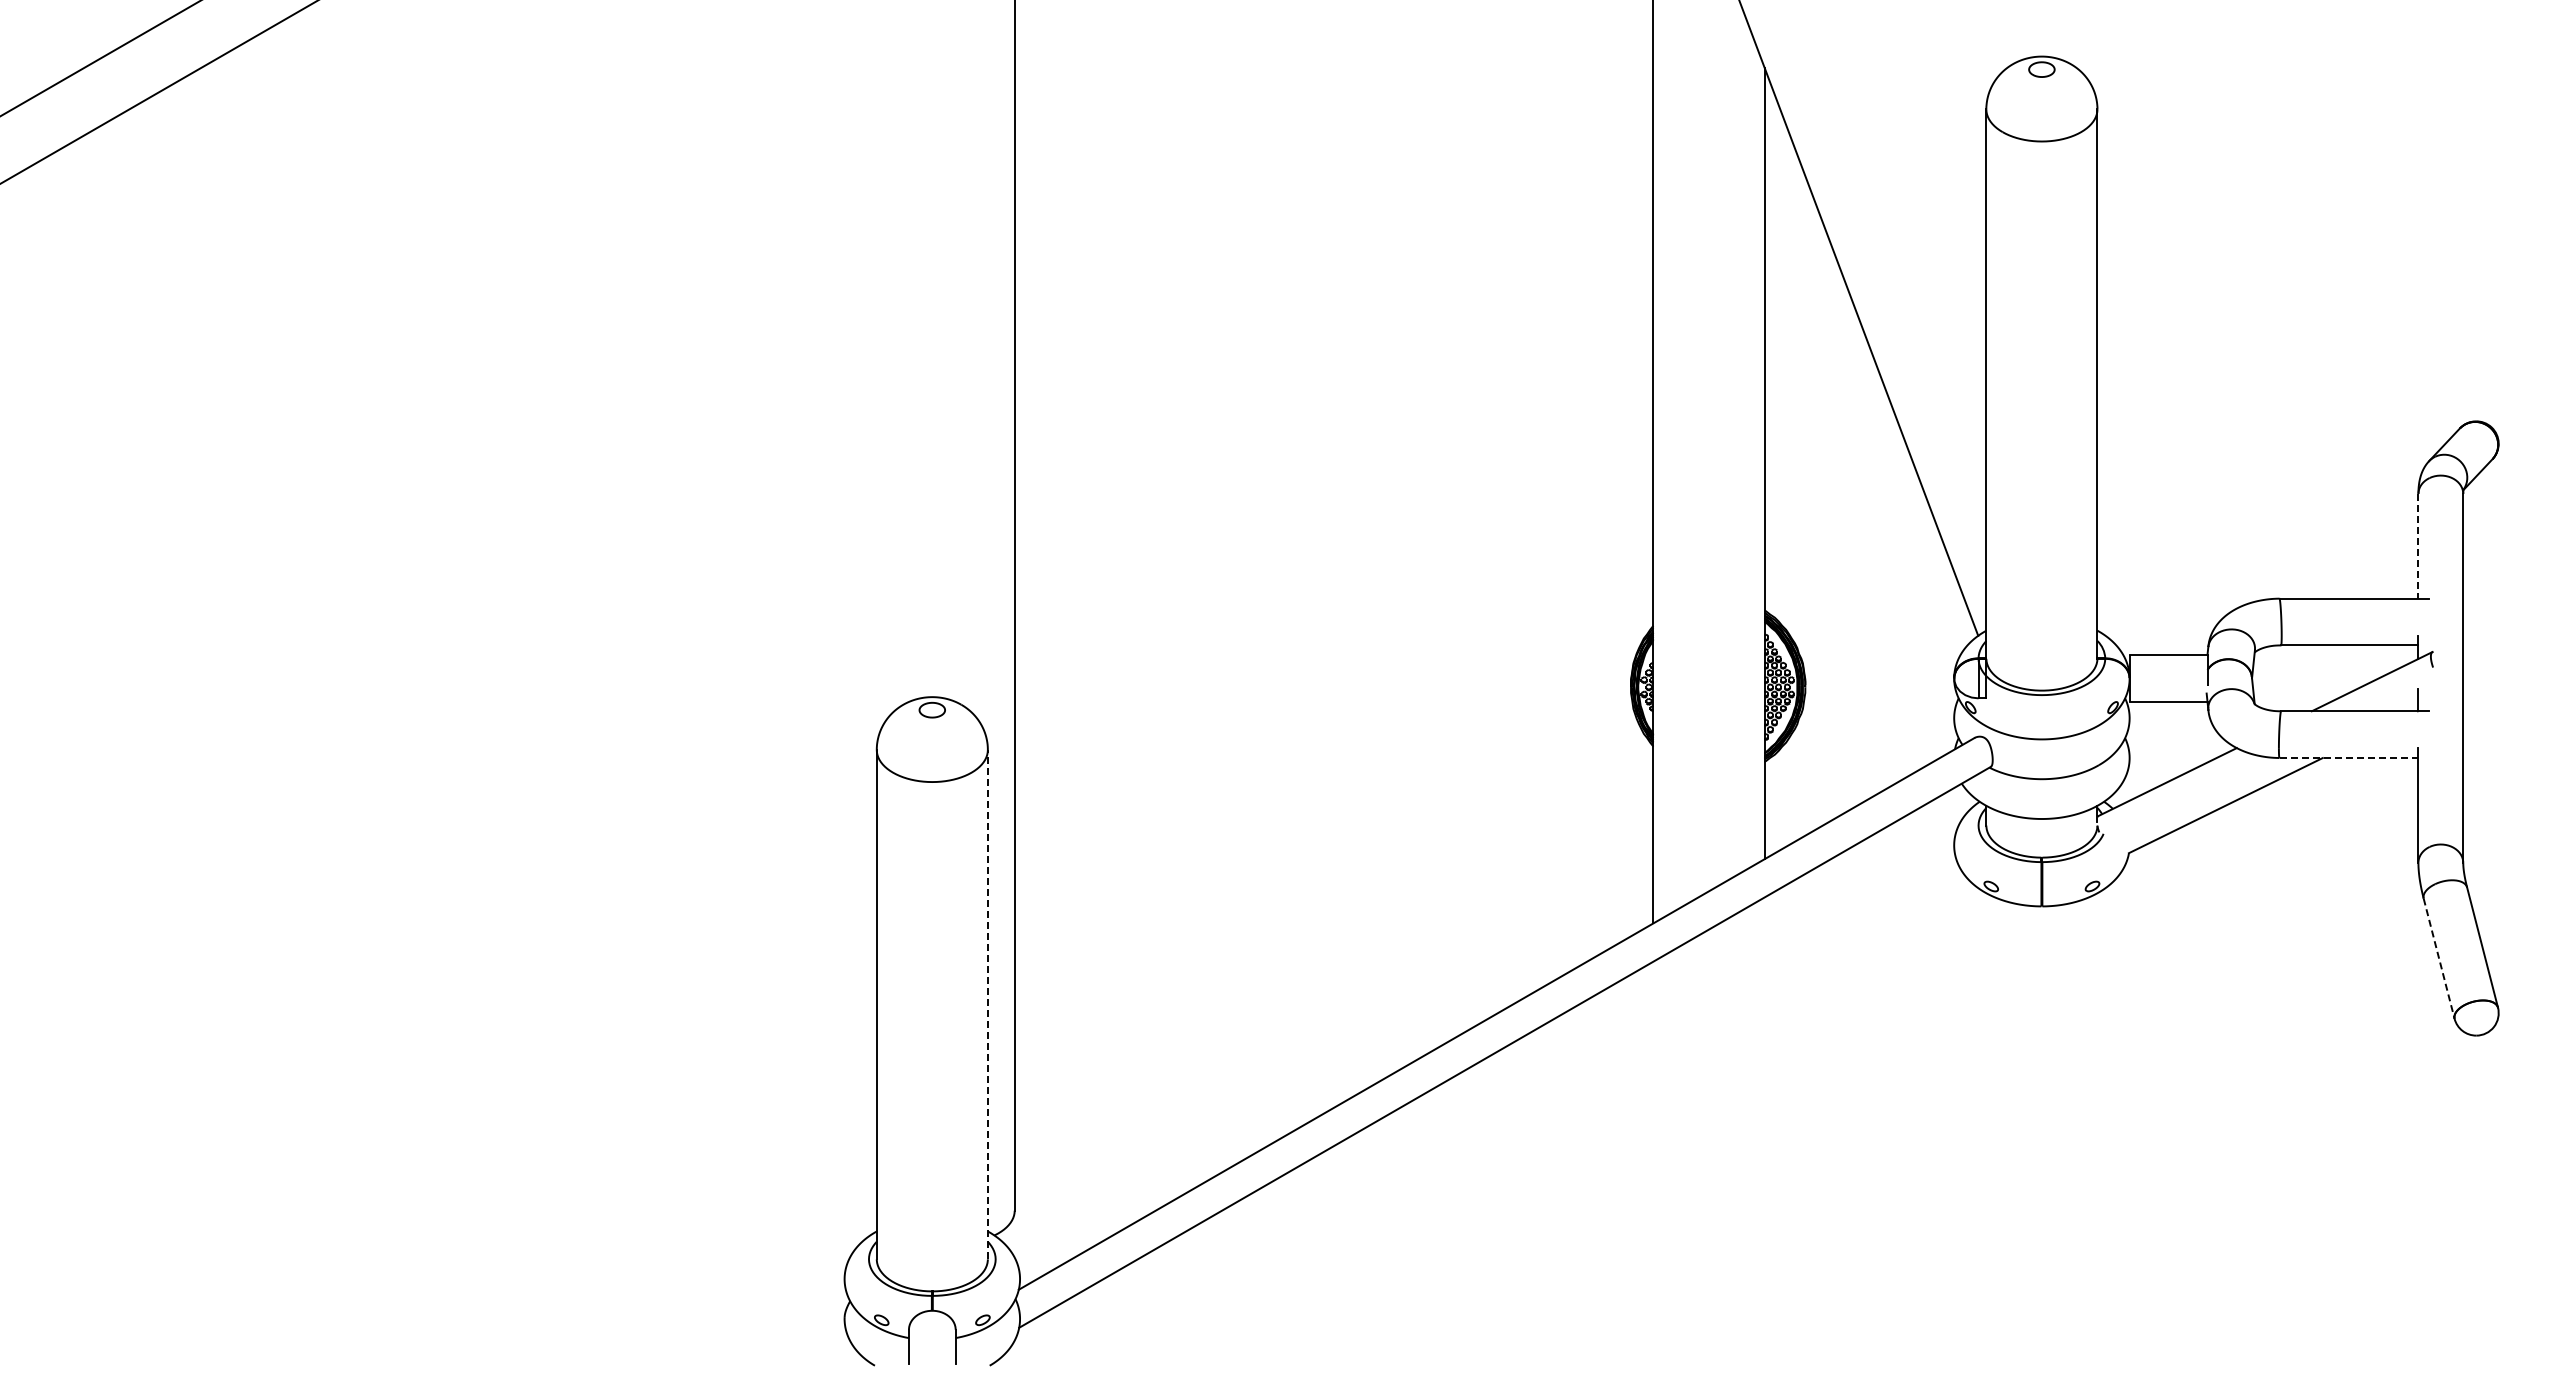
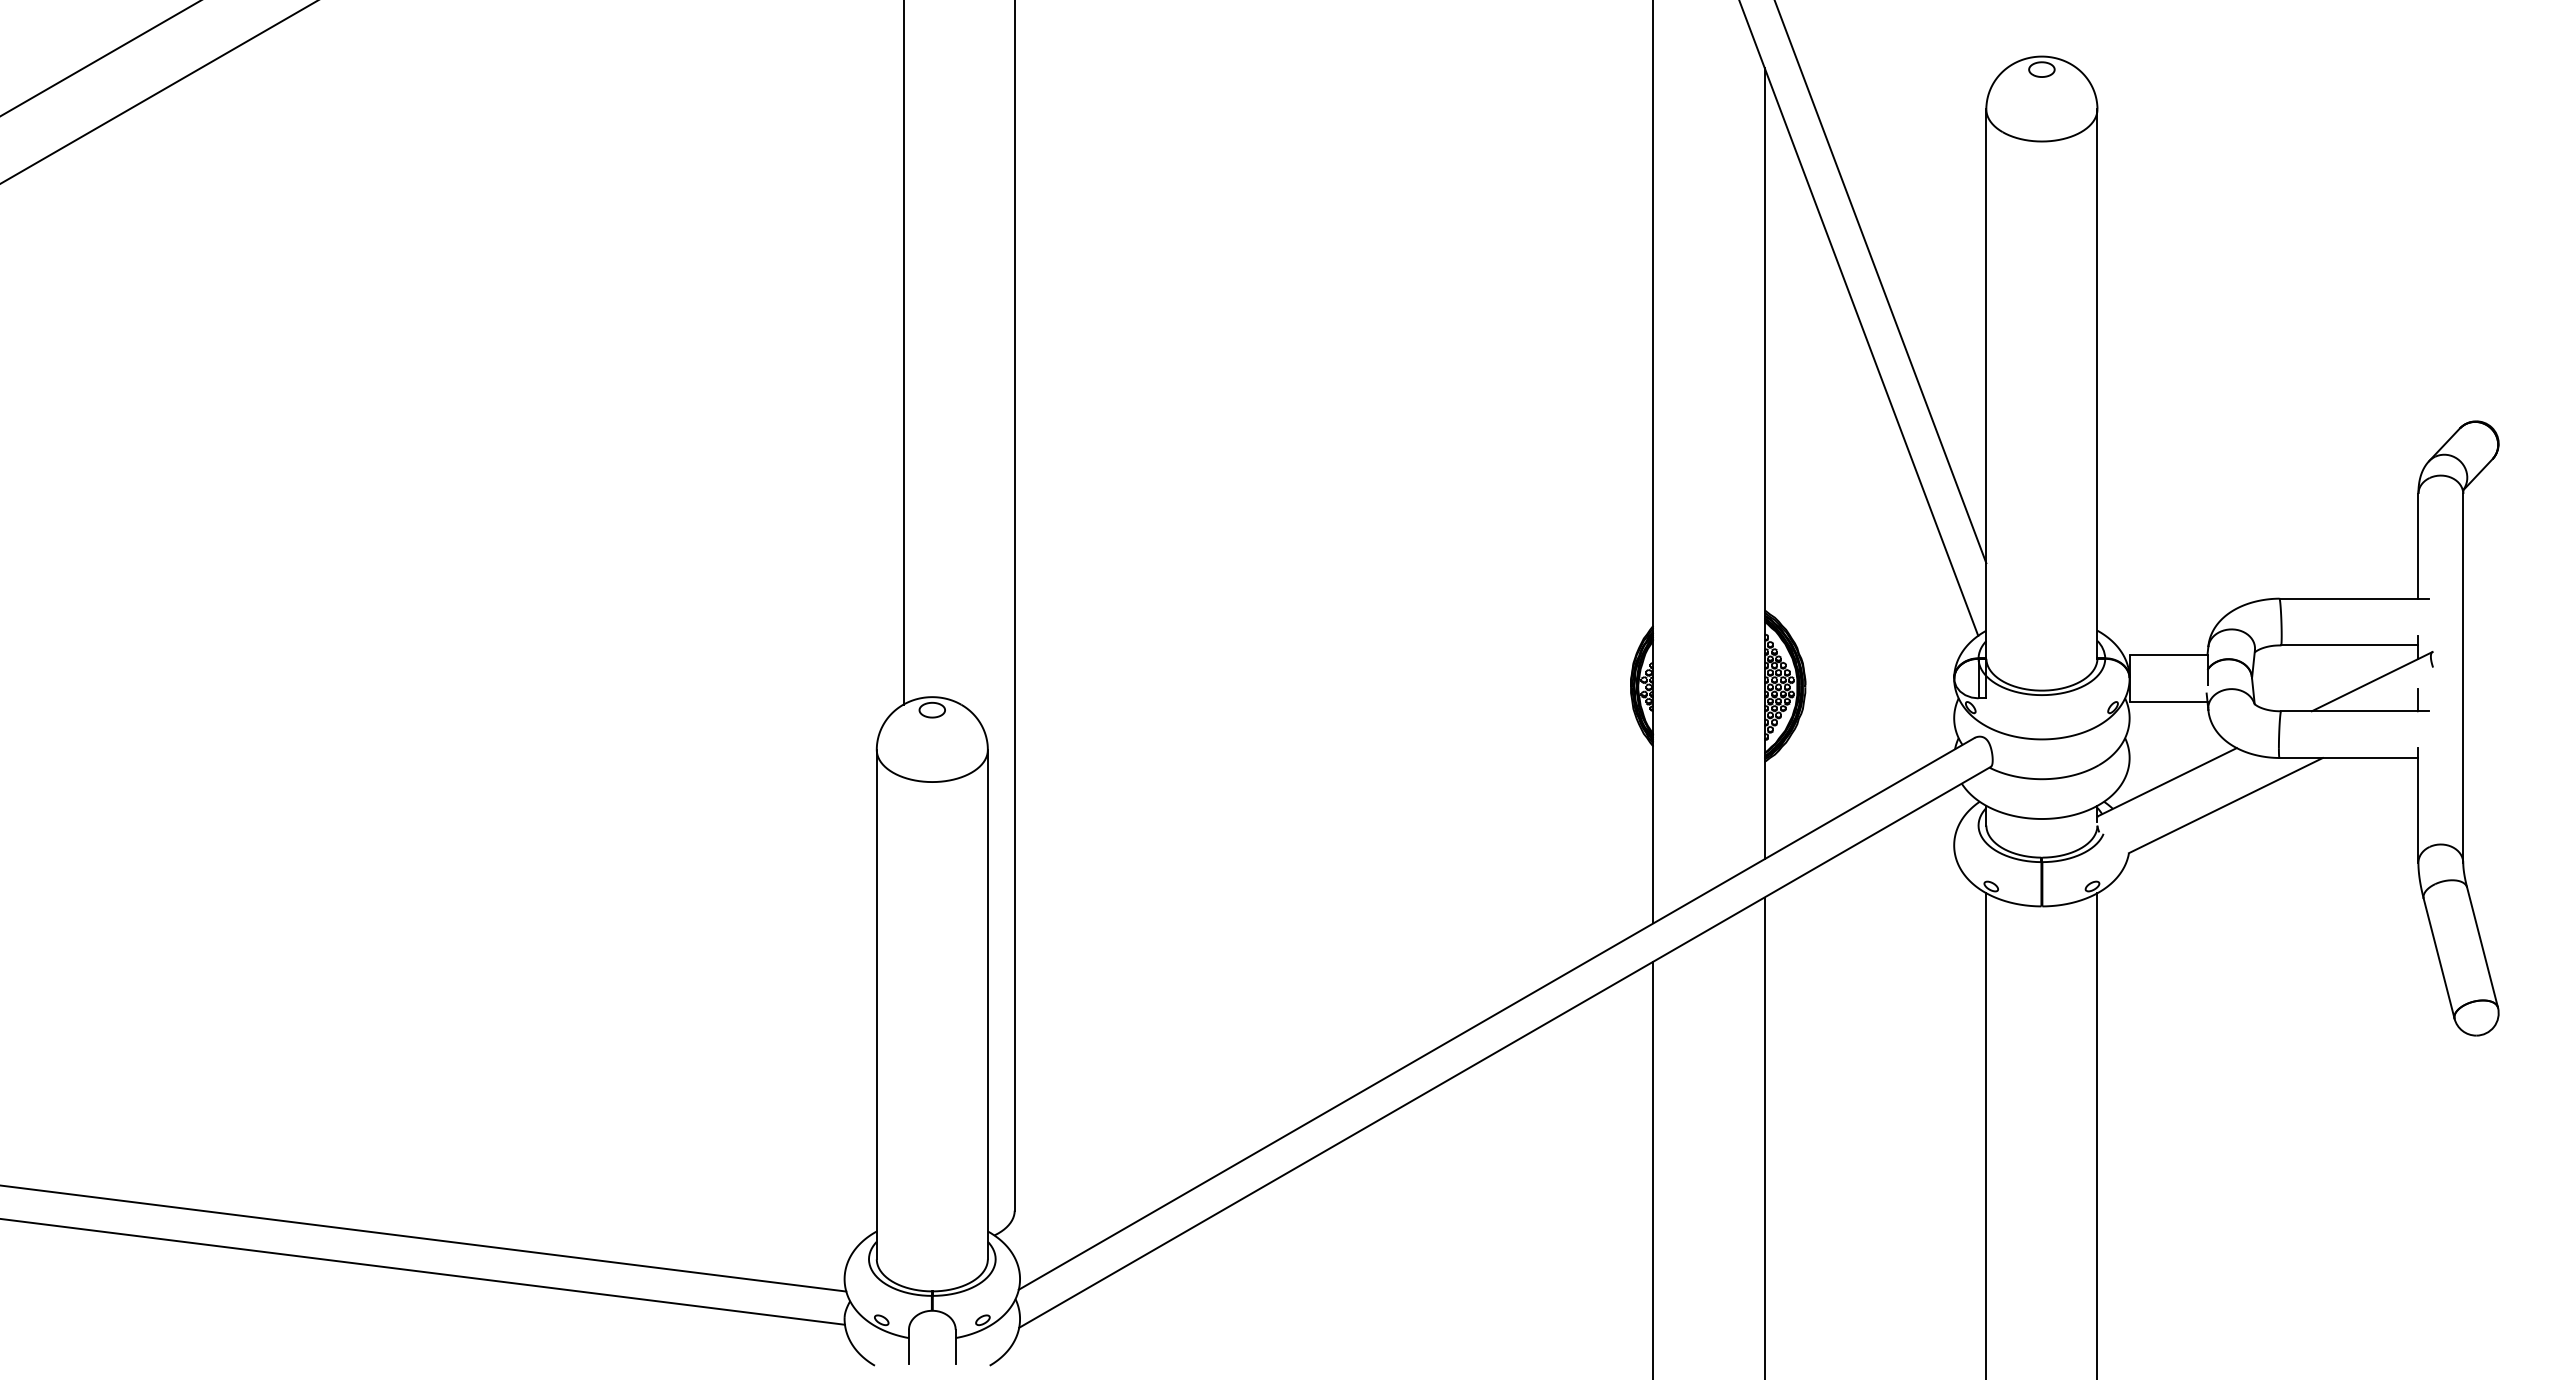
line at (1880, 282): none -> present
line at (903, 353): none -> present
line at (2418, 546): dashed -> solid
line at (2349, 758): dashed -> solid
line at (2439, 959): dashed -> solid
line at (987, 1004): dashed -> solid
line at (1986, 1134): none -> present
line at (2097, 1134): none -> present
line at (1764, 1136): none -> present
line at (1653, 1168): none -> present
line at (424, 1238): none -> present
line at (423, 1271): none -> present
